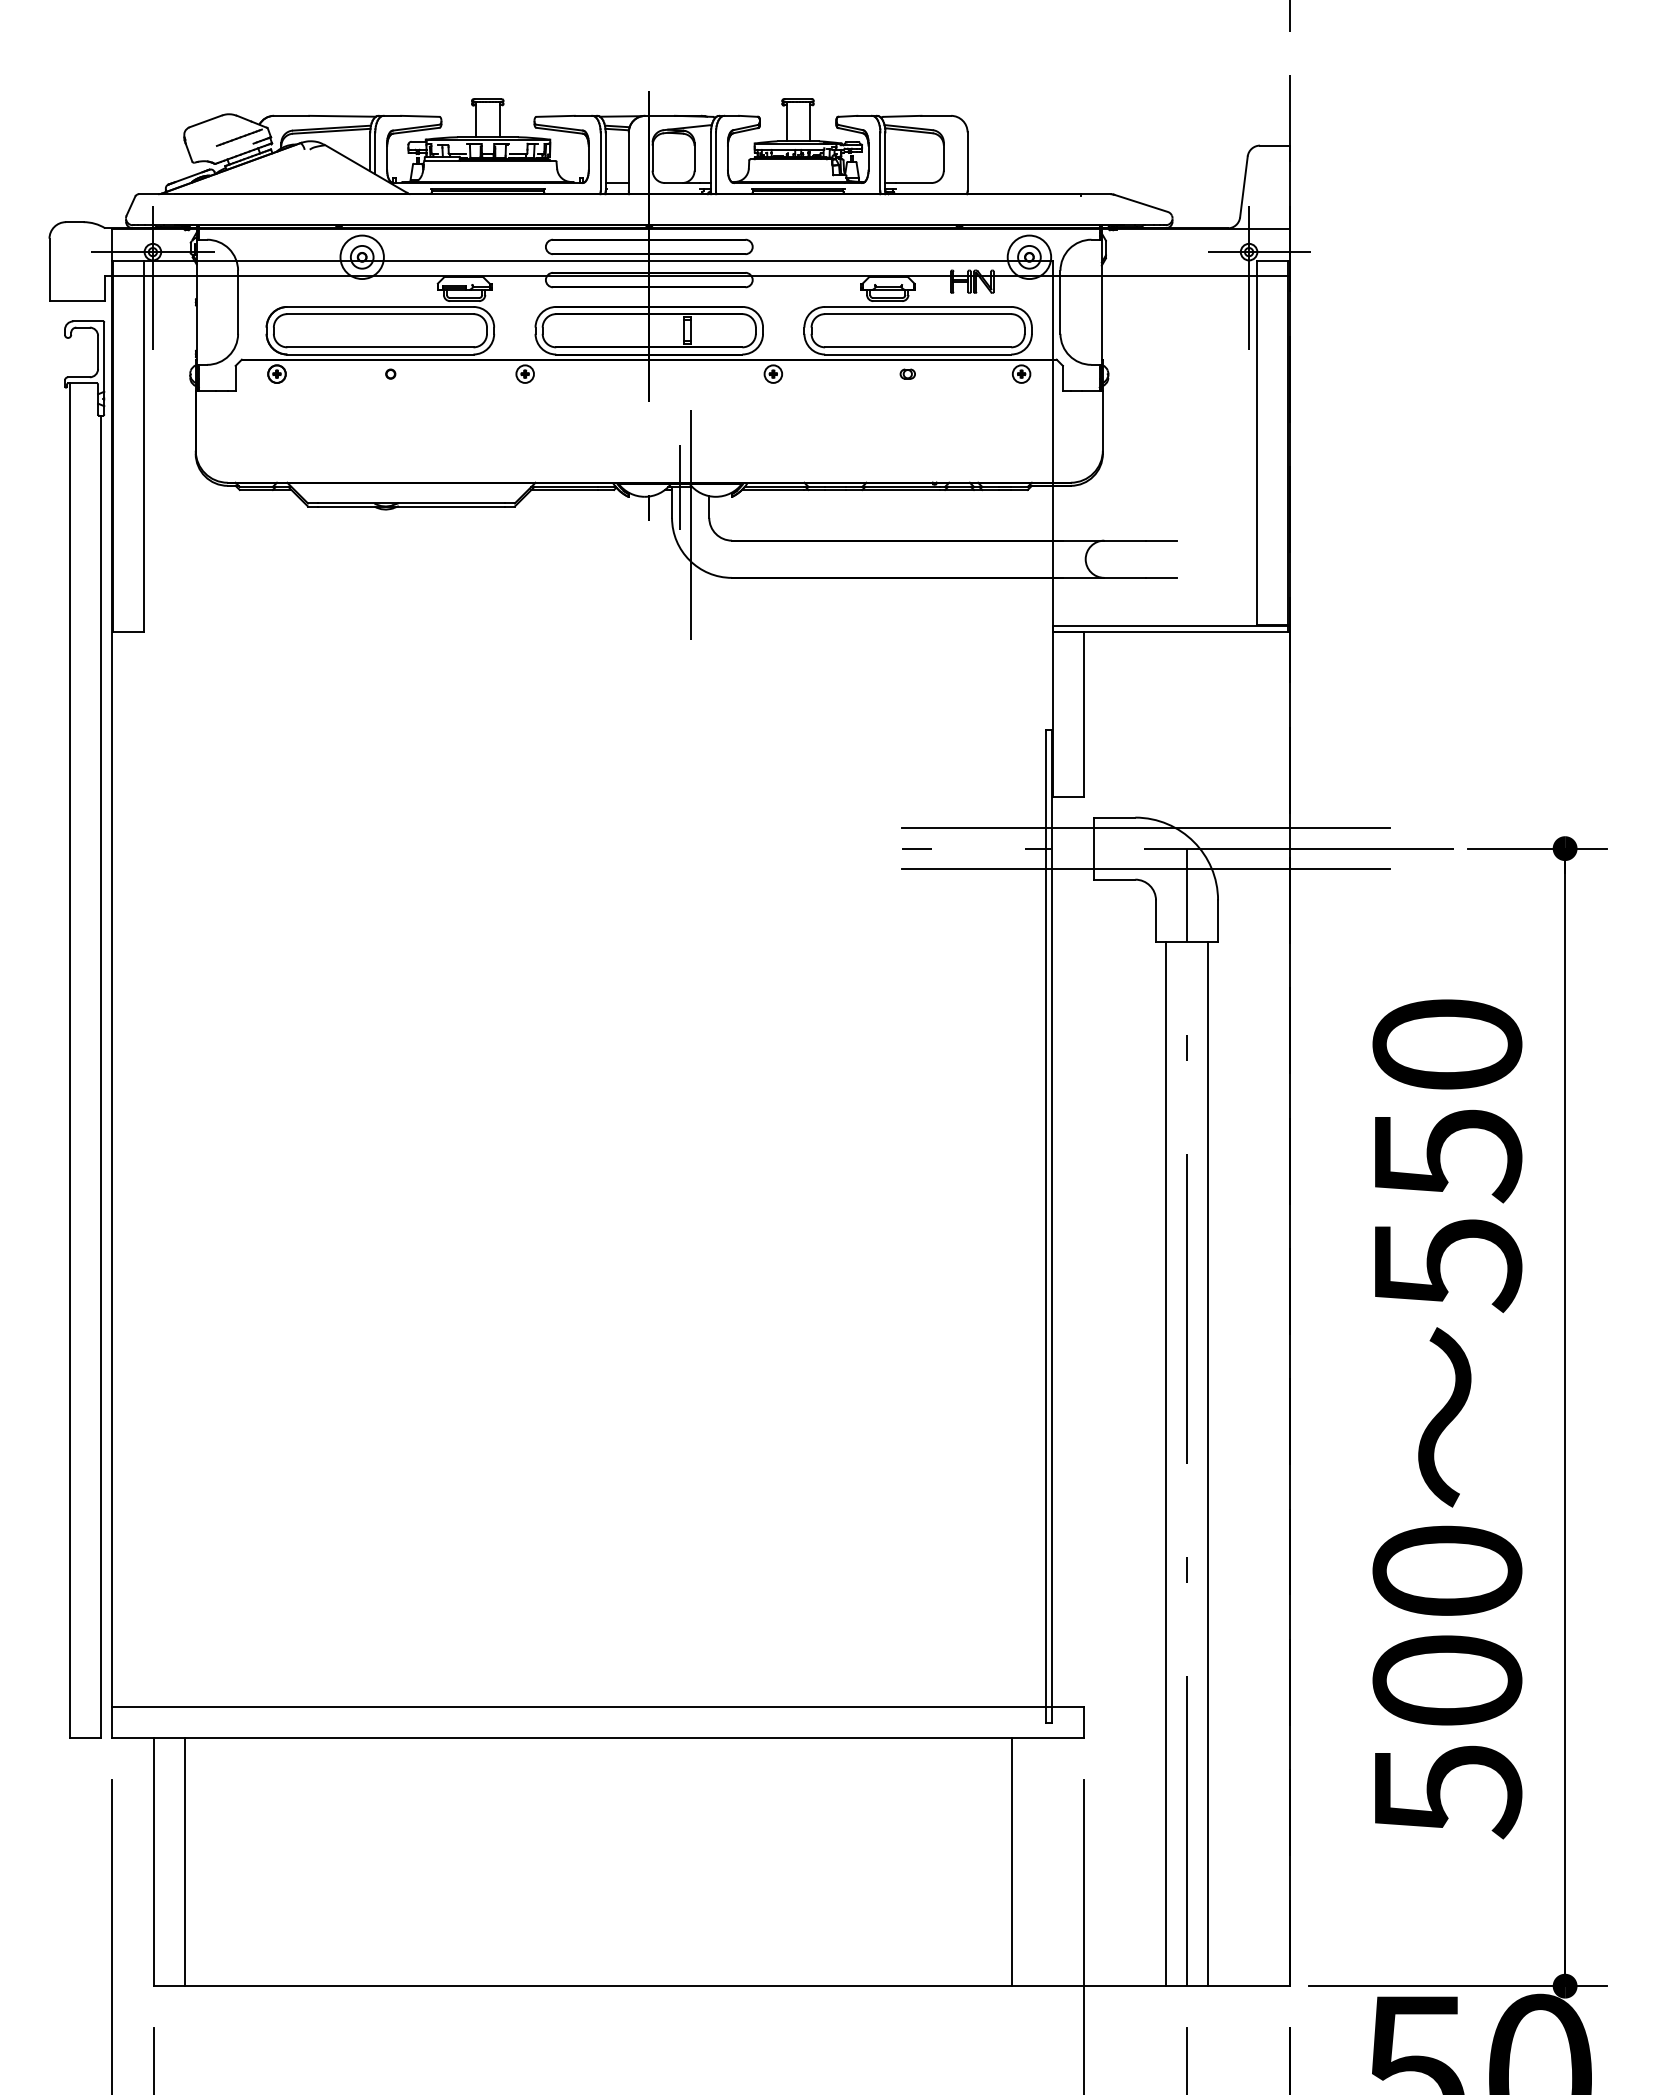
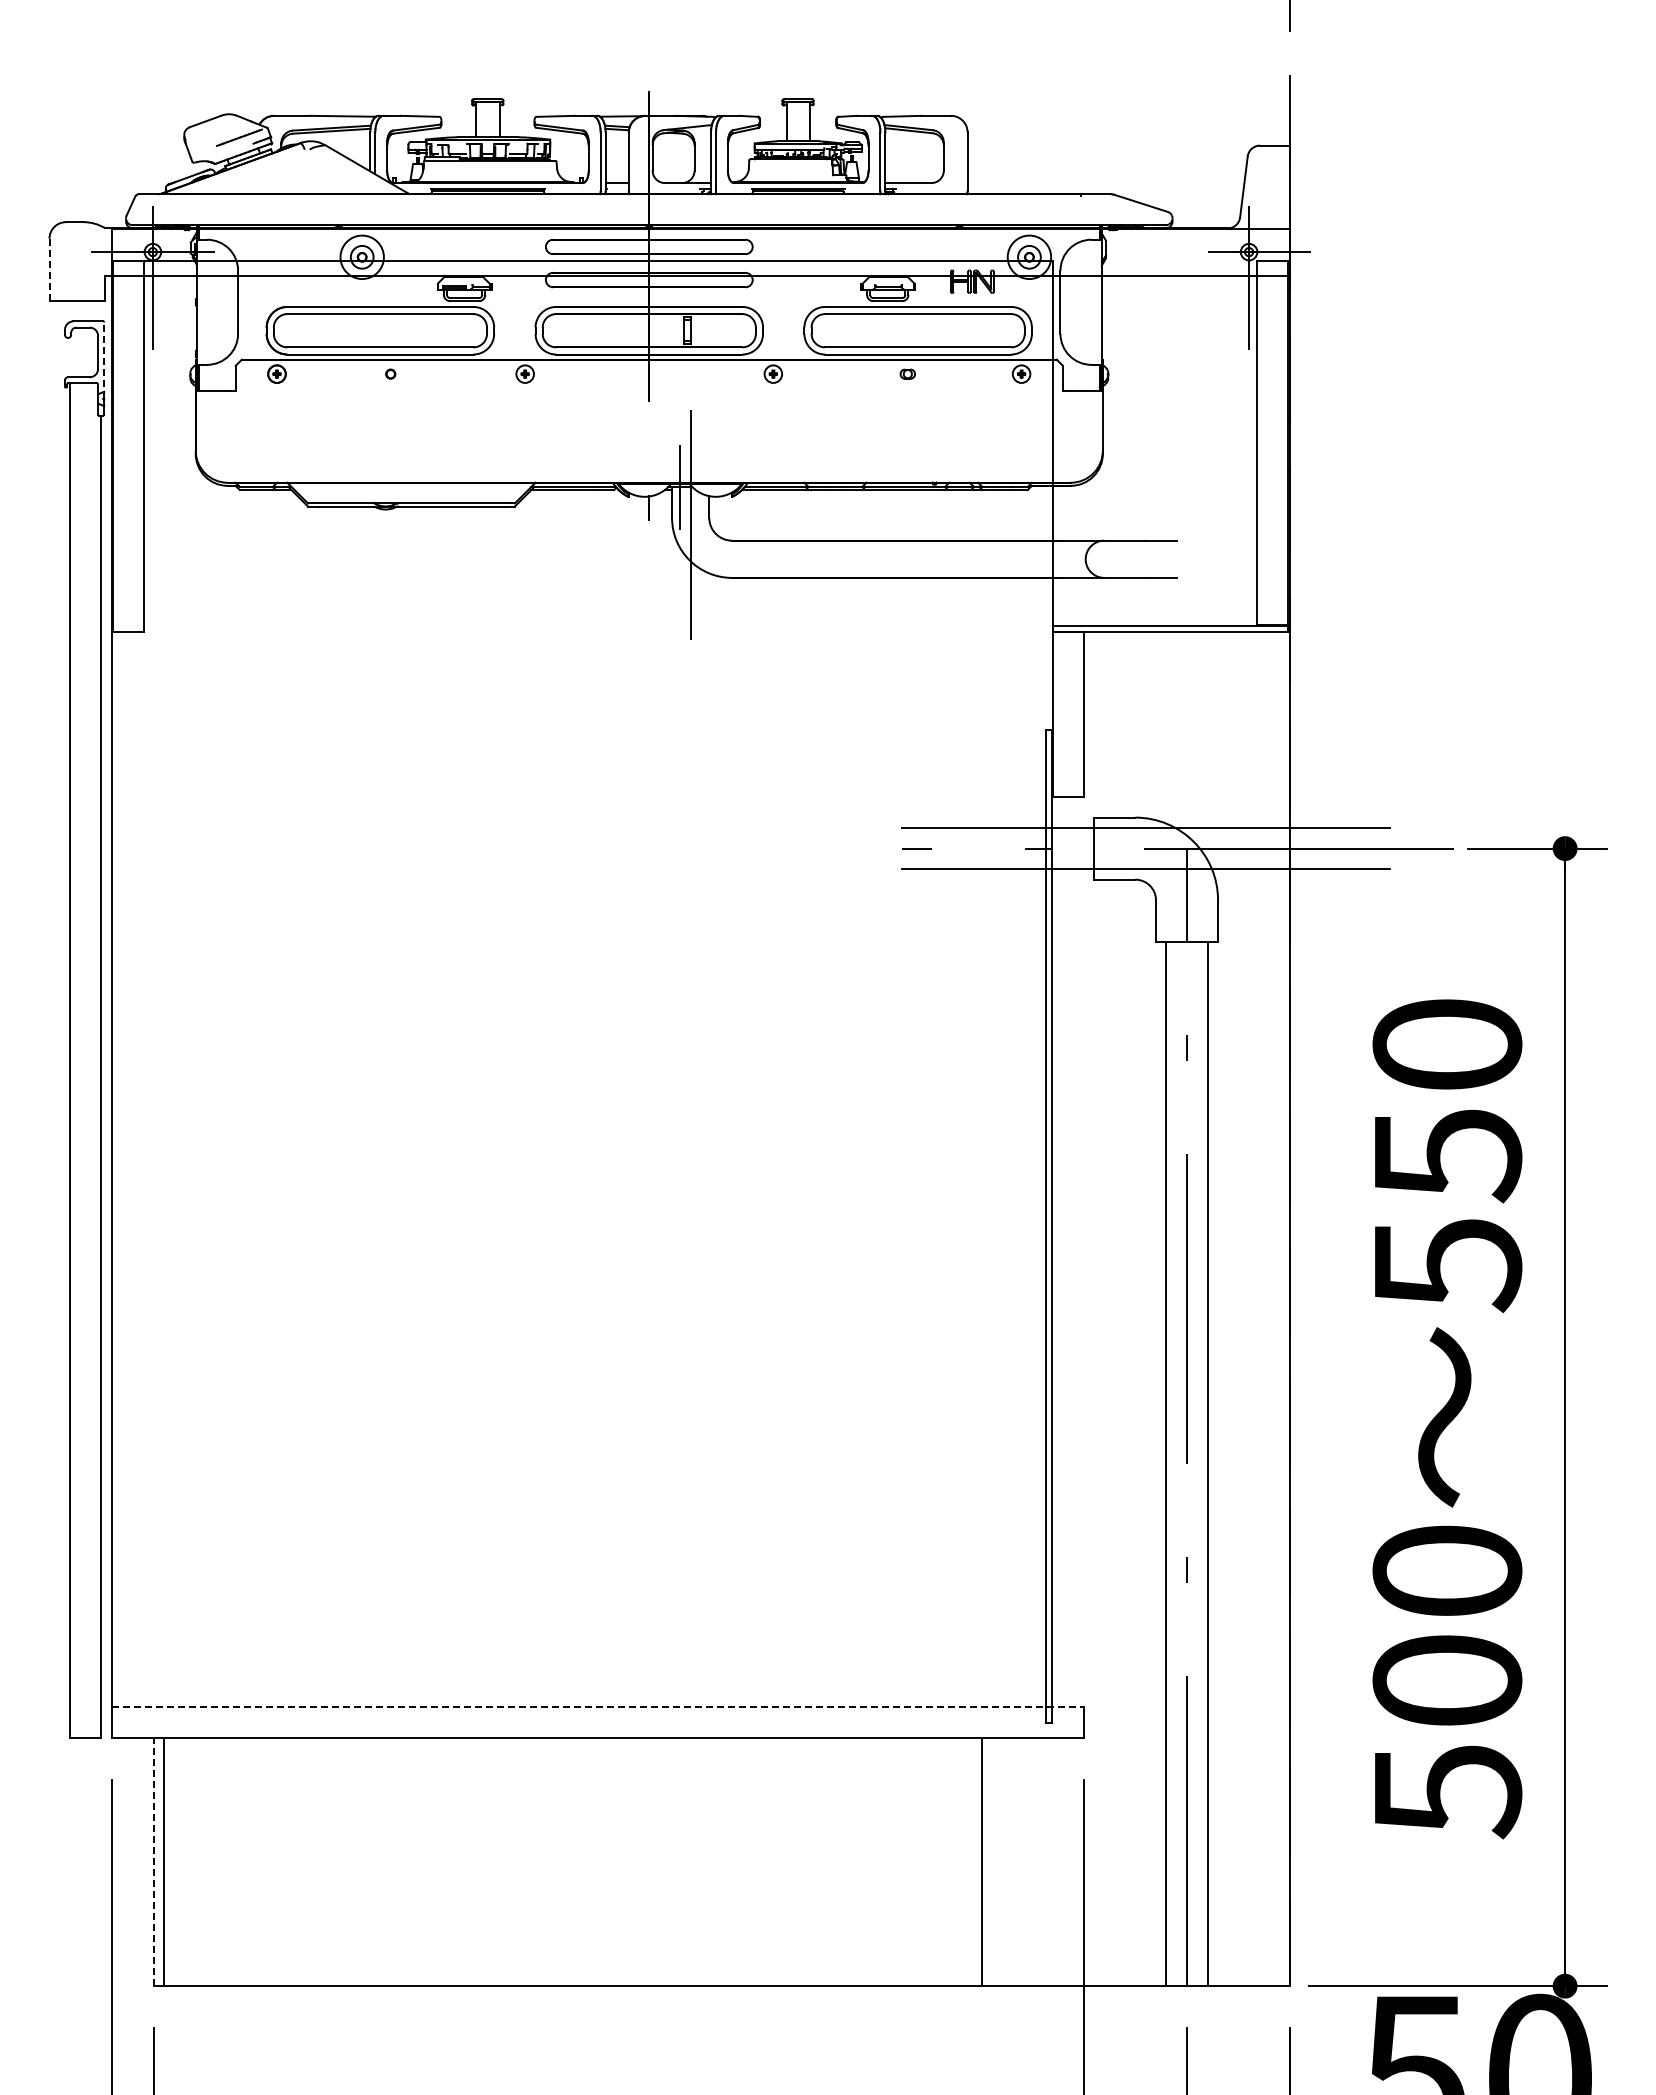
line at (49, 270): solid -> dashed
line at (104, 360): solid -> dashed
line at (598, 1707): solid -> dashed
line at (153, 1861): solid -> dashed
line at (184, 1862) position: (184, 1862) -> (163, 1862)
line at (1012, 1862) position: (1012, 1862) -> (982, 1862)
